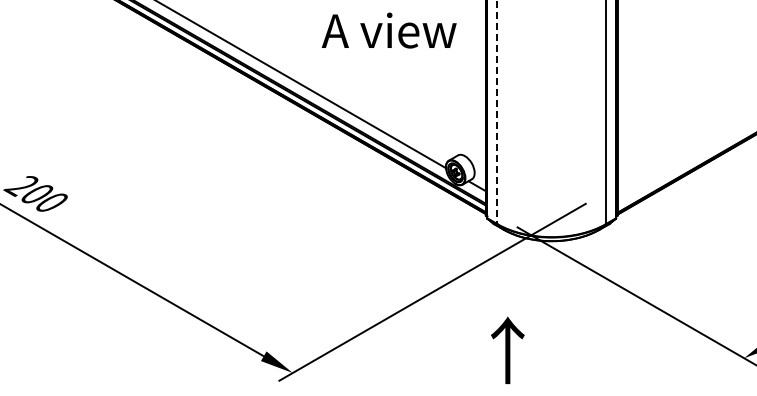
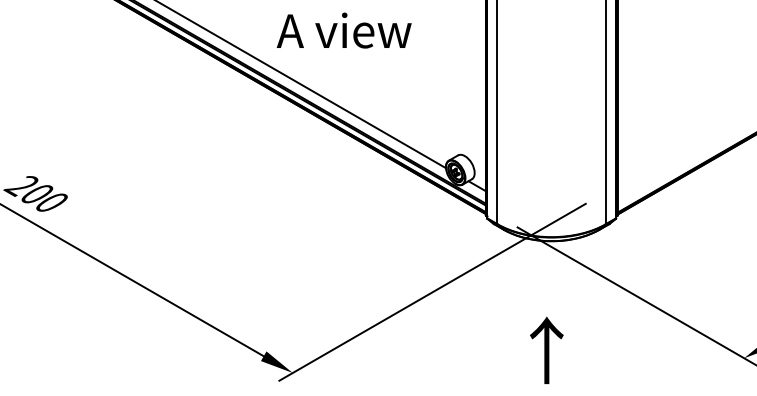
text at (388, 30) position: (388, 30) -> (343, 30)
line at (497, 112): dashed -> solid
text at (507, 349) position: (507, 349) -> (546, 349)
